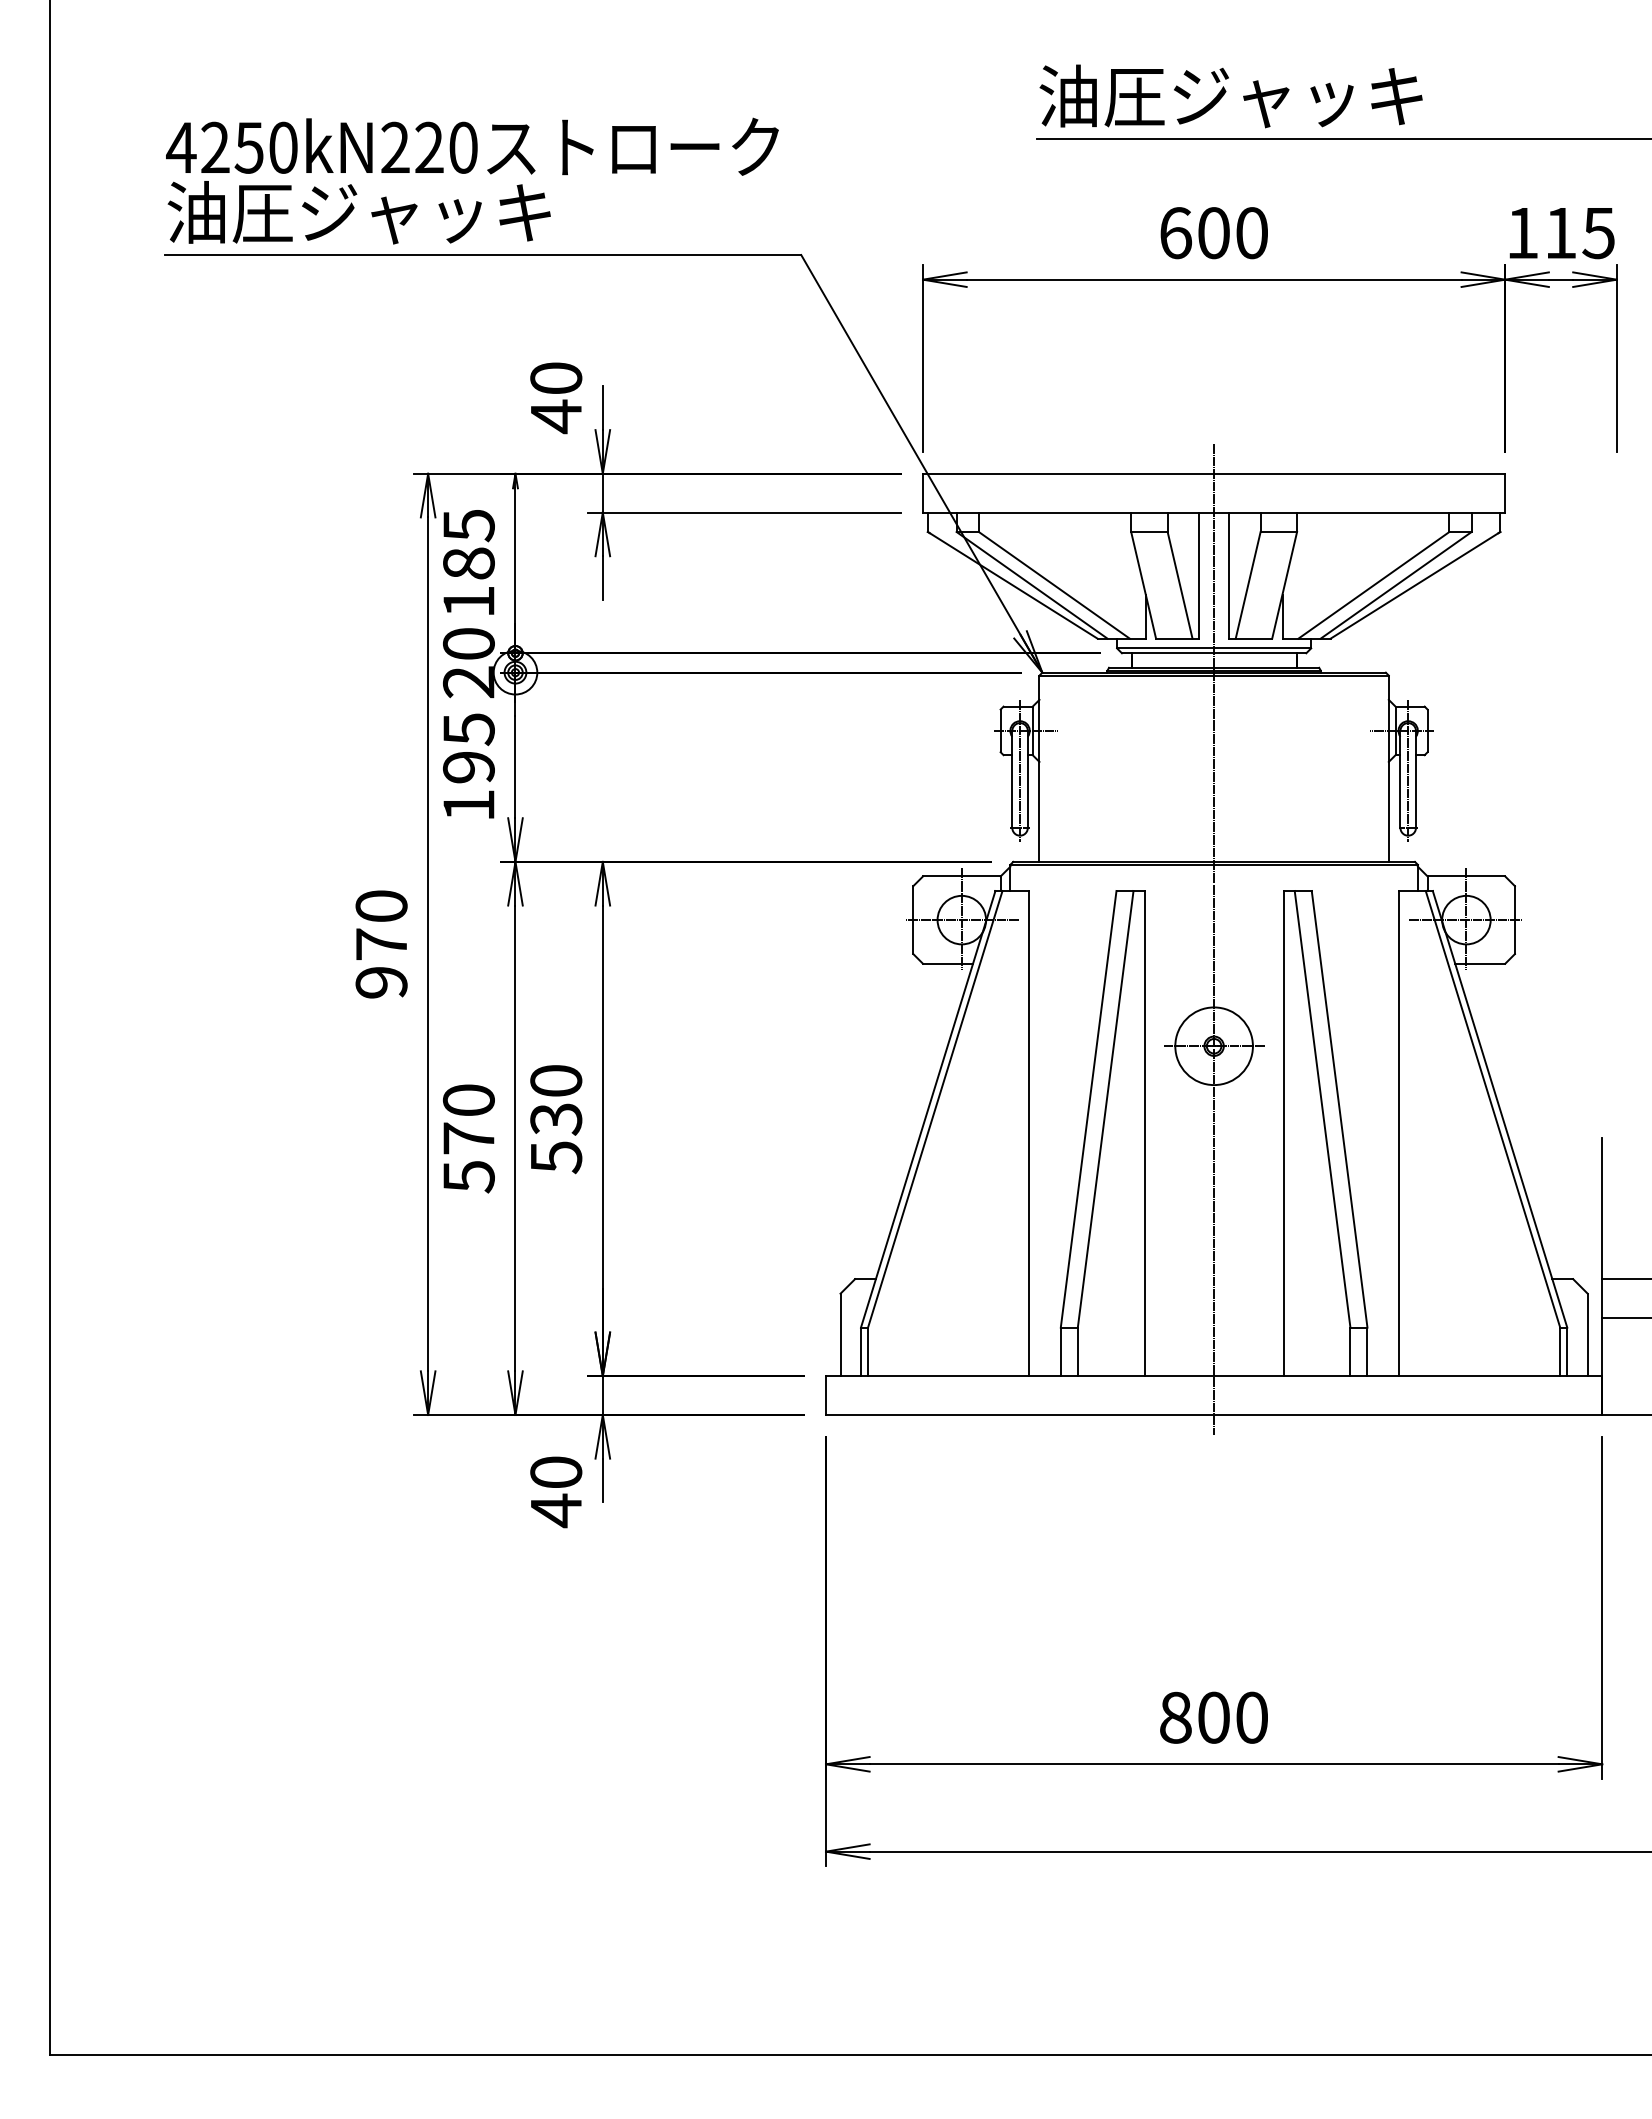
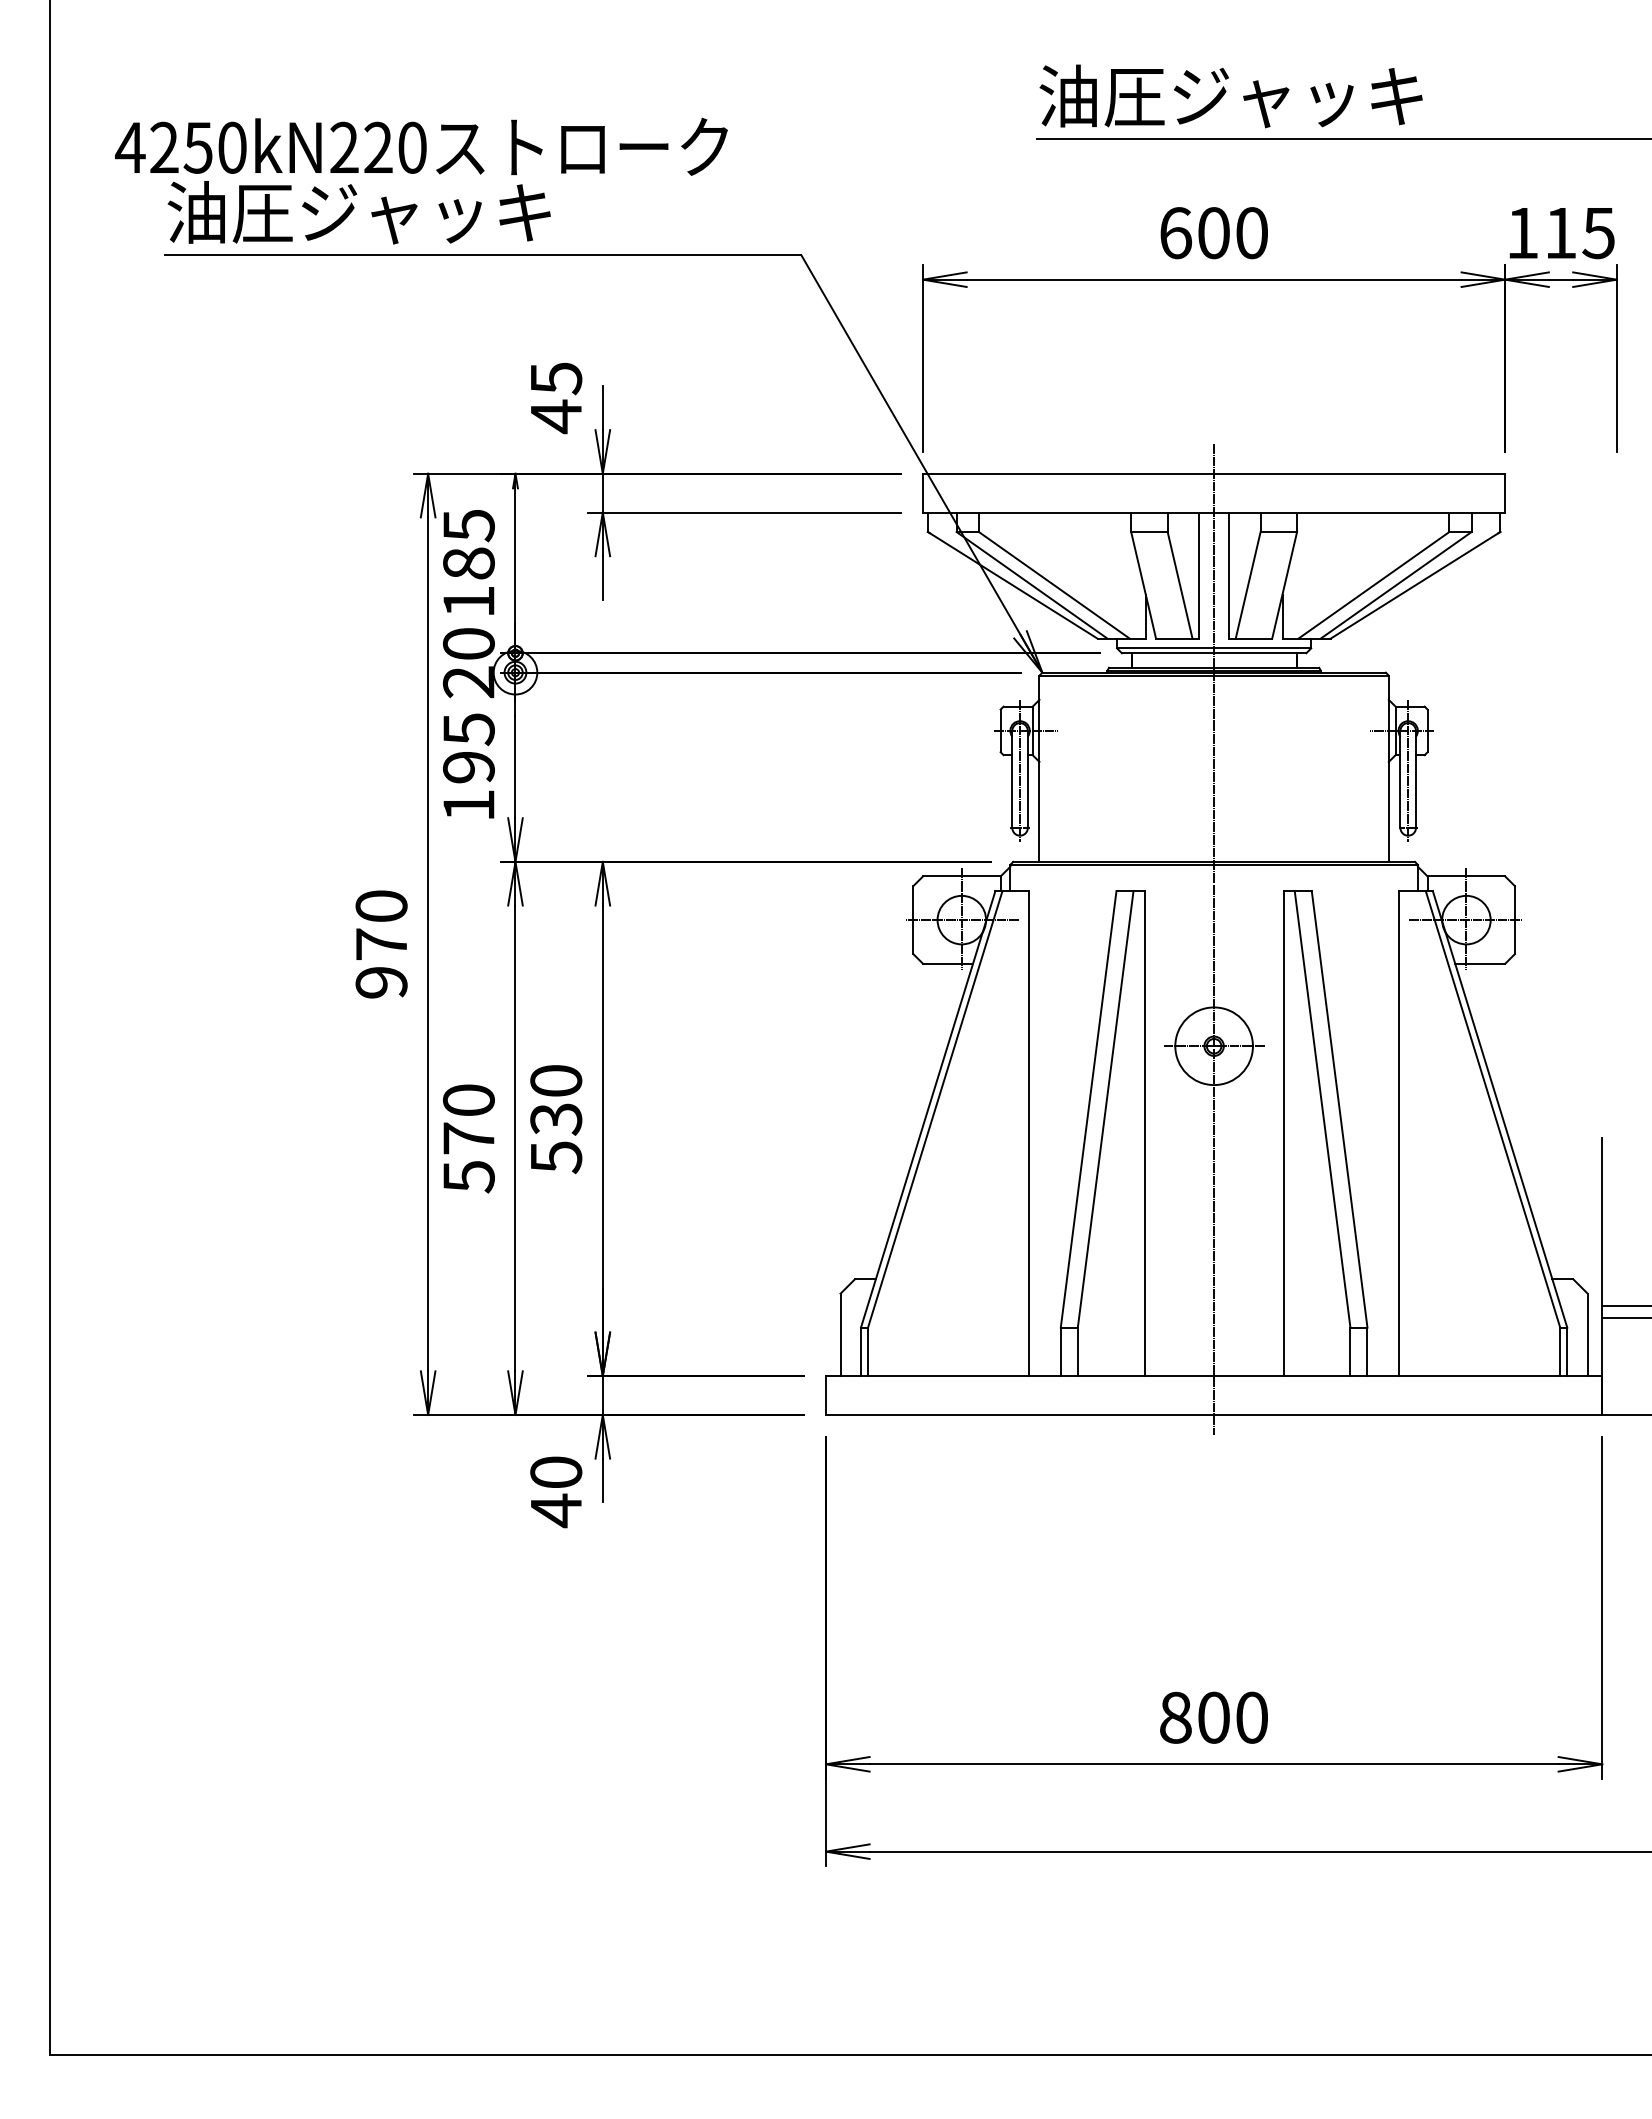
text at (472, 146) position: (472, 146) -> (421, 146)
text at (556, 378): 40 -> 45
line at (1625, 1279) position: (1625, 1279) -> (1625, 1306)
